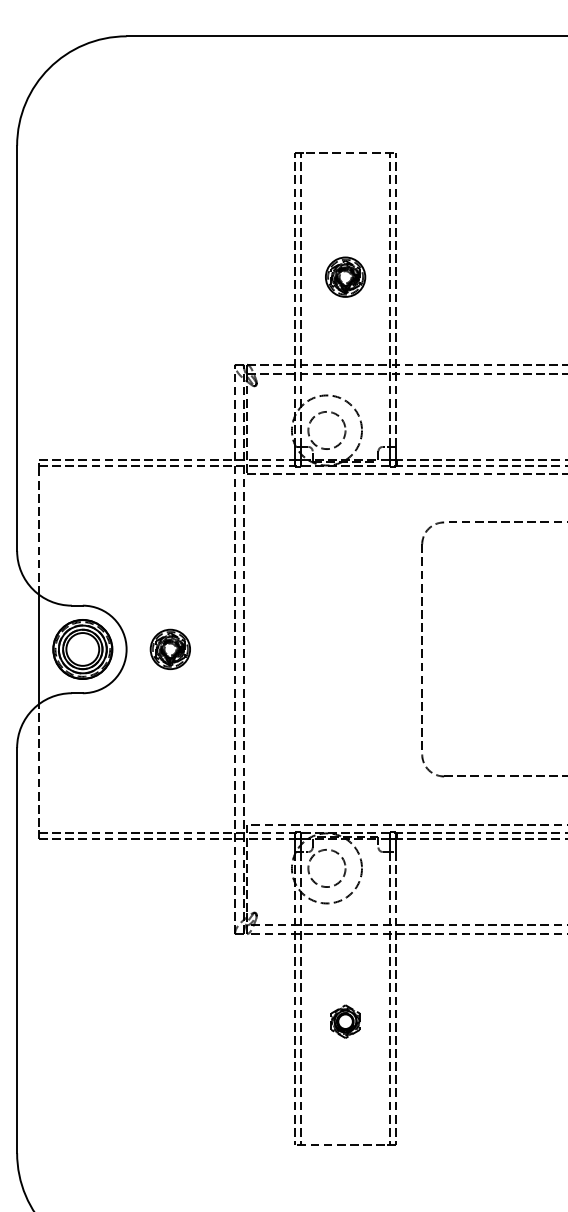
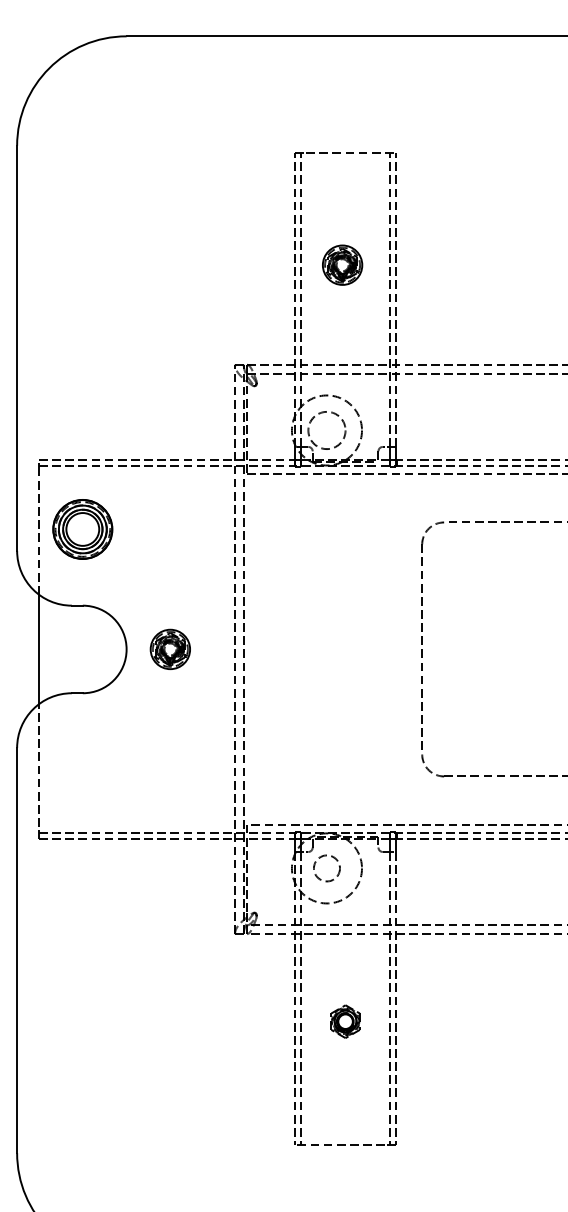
part at (345, 276) position: (345, 276) -> (342, 264)
part at (82, 649) position: (82, 649) -> (82, 529)
circle at (326, 868) diameter: 37 px -> 26 px
